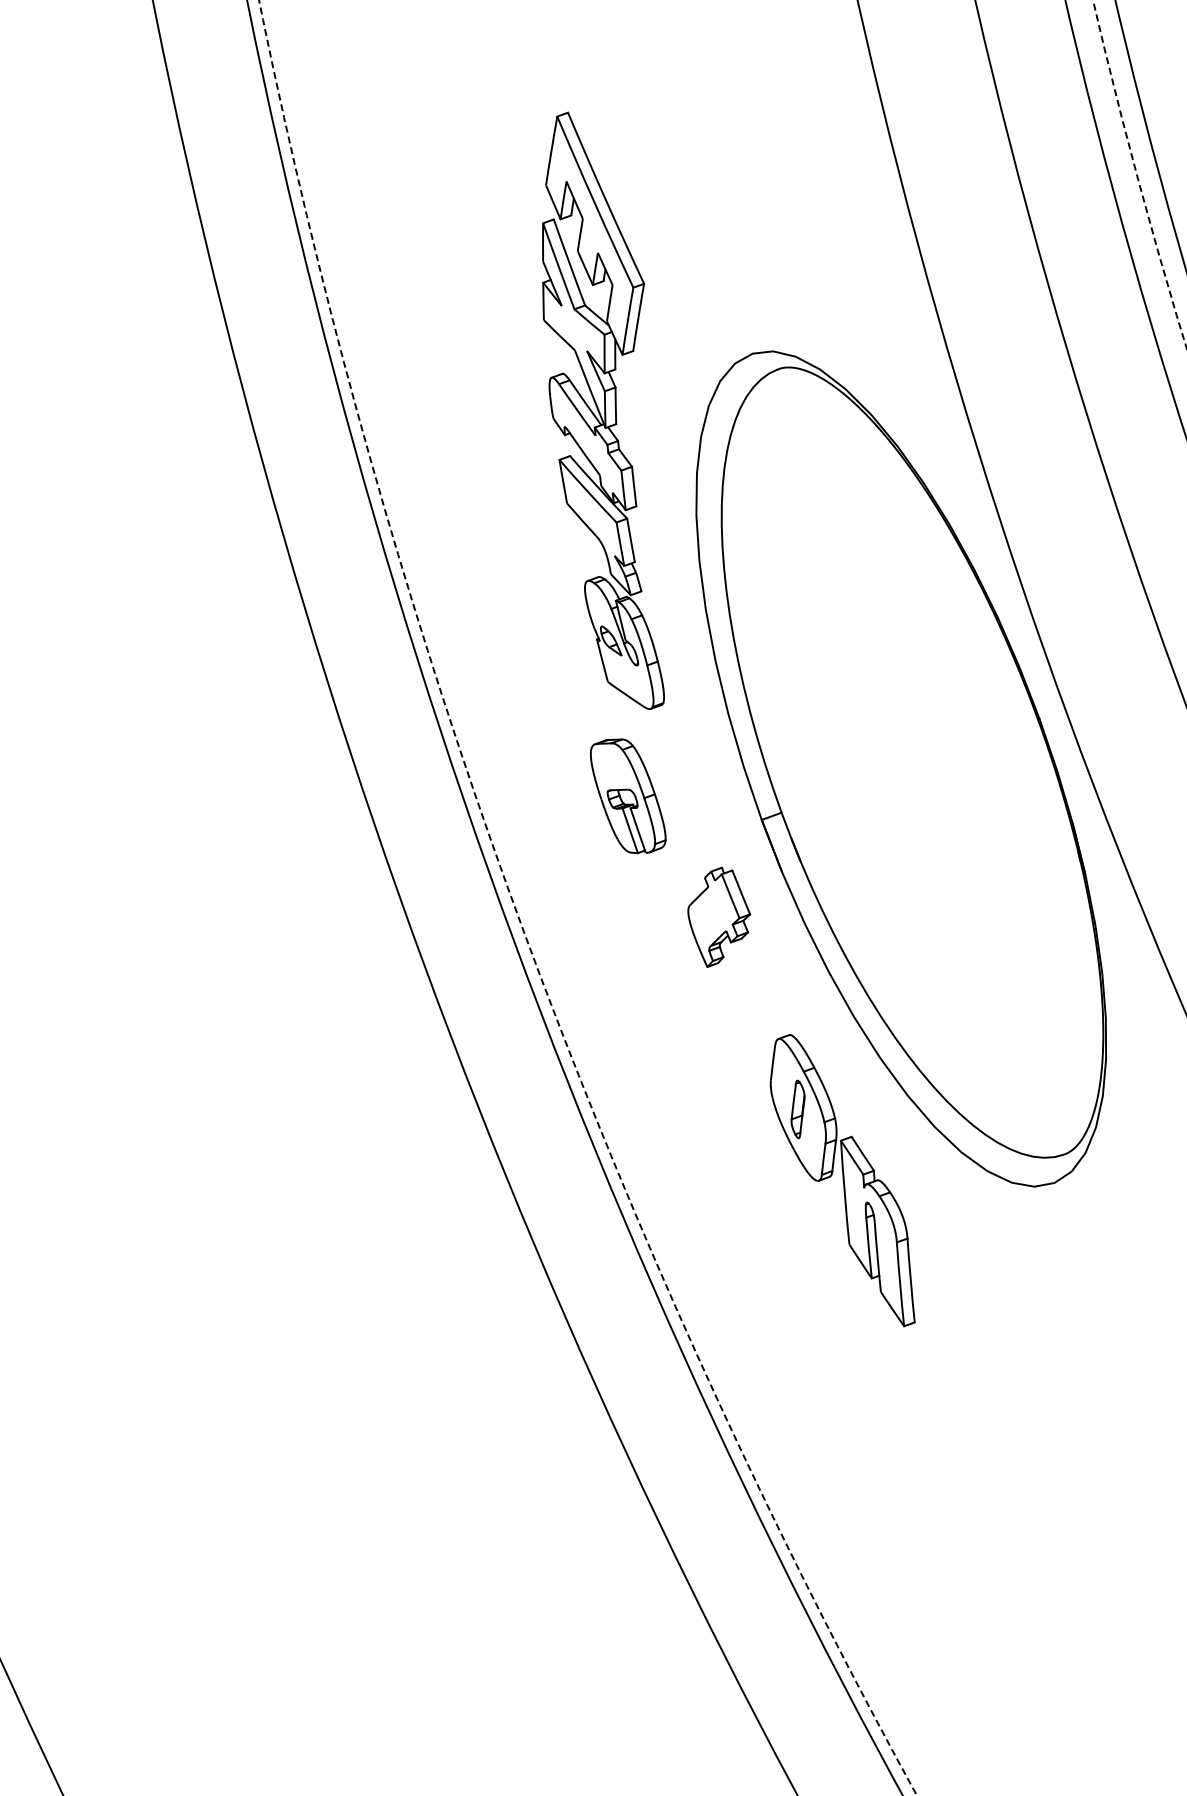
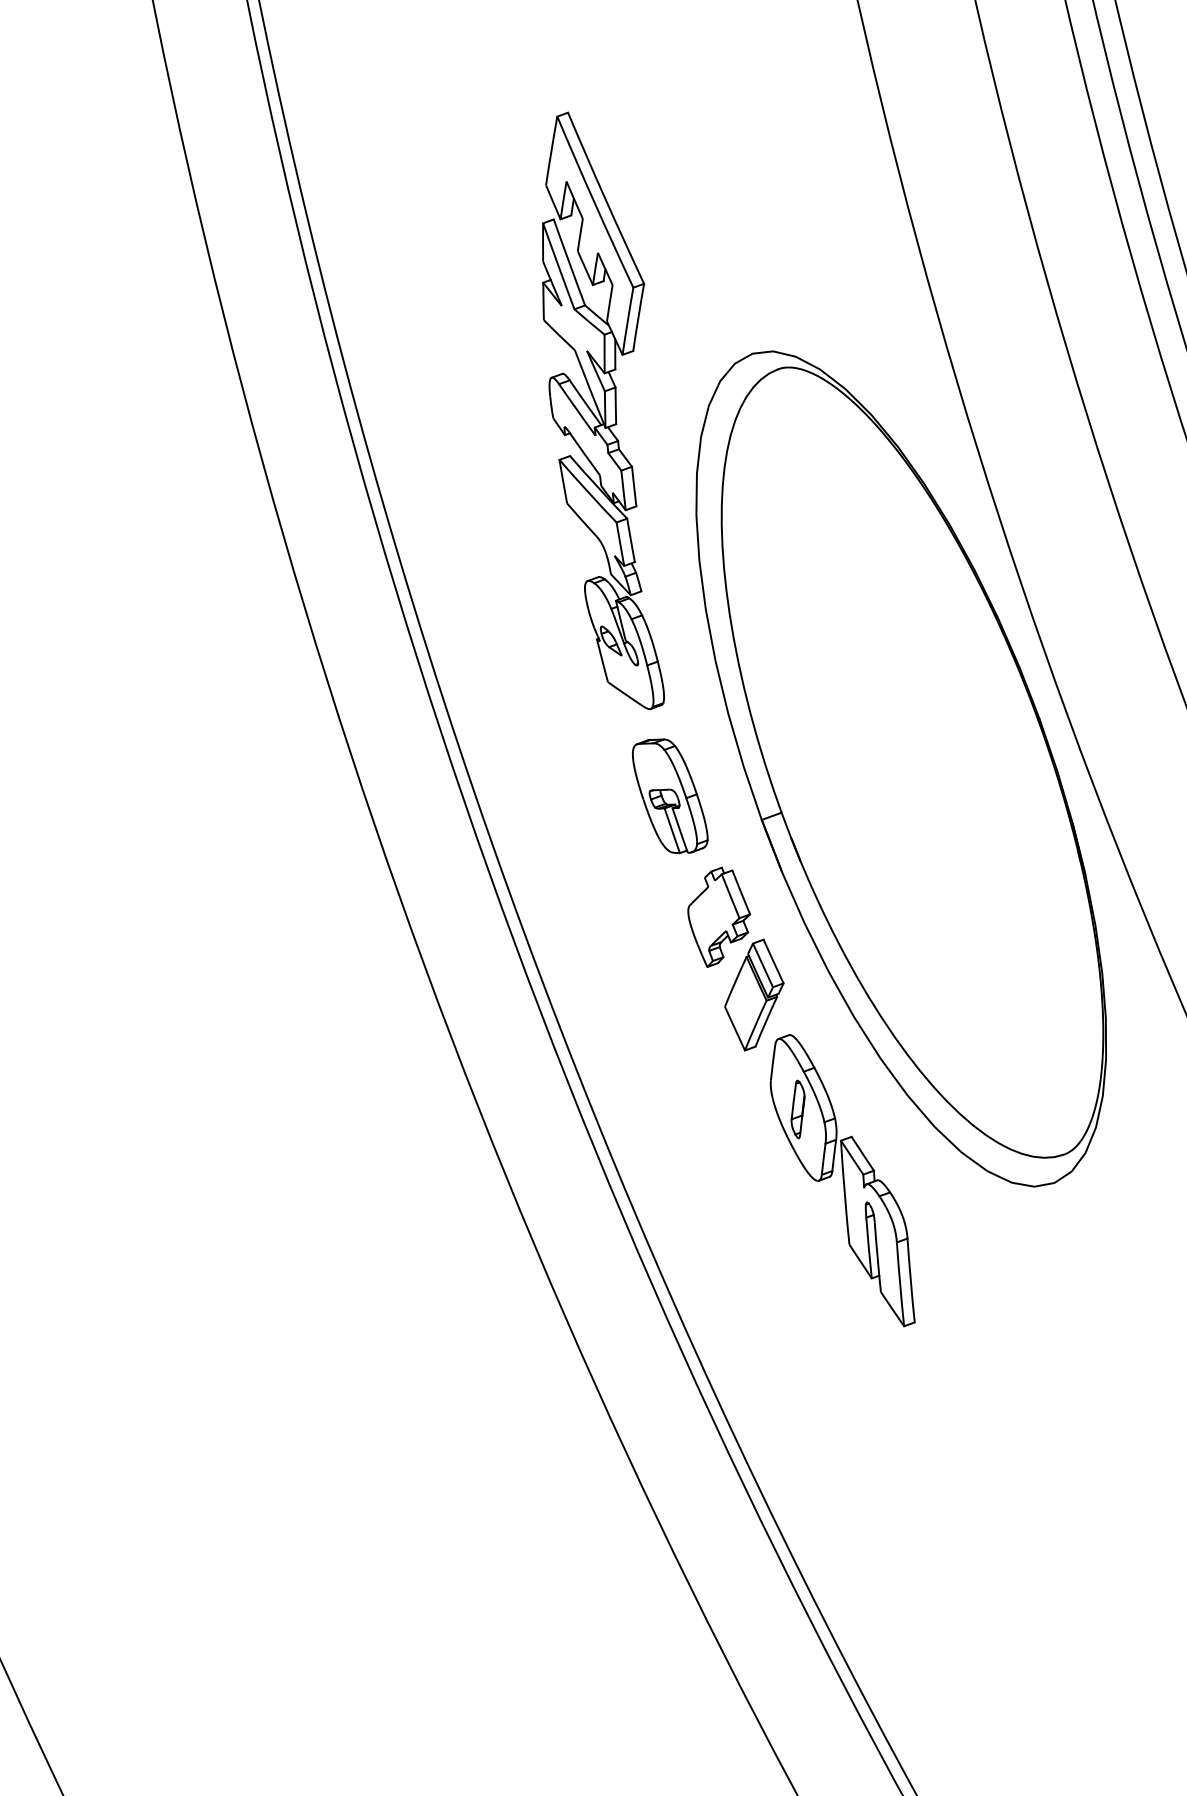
circle at (1139, 174): dashed -> solid
part at (628, 796) position: (628, 796) -> (670, 796)
arc at (520, 922): dashed -> solid
part at (754, 994): none -> present
